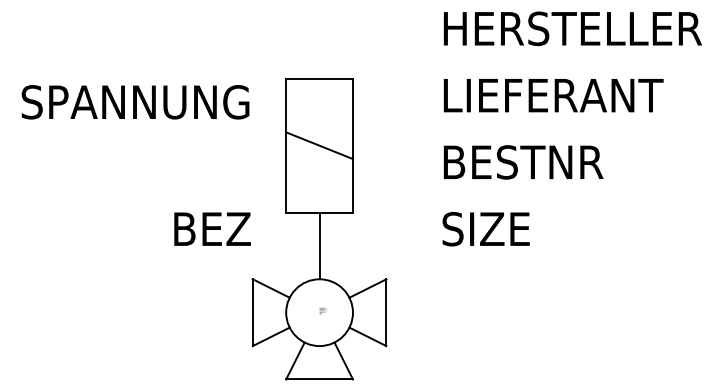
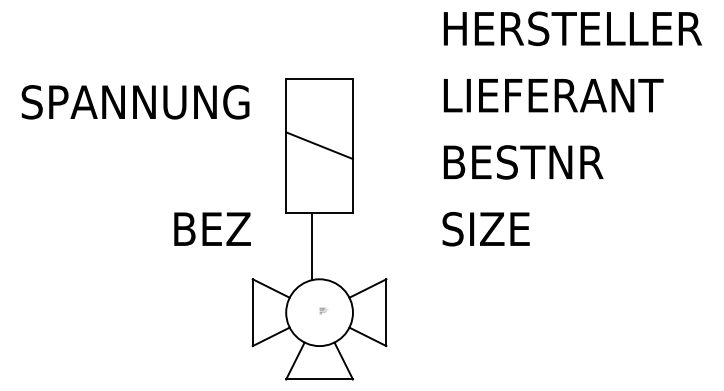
line at (319, 245) position: (319, 245) -> (311, 245)
